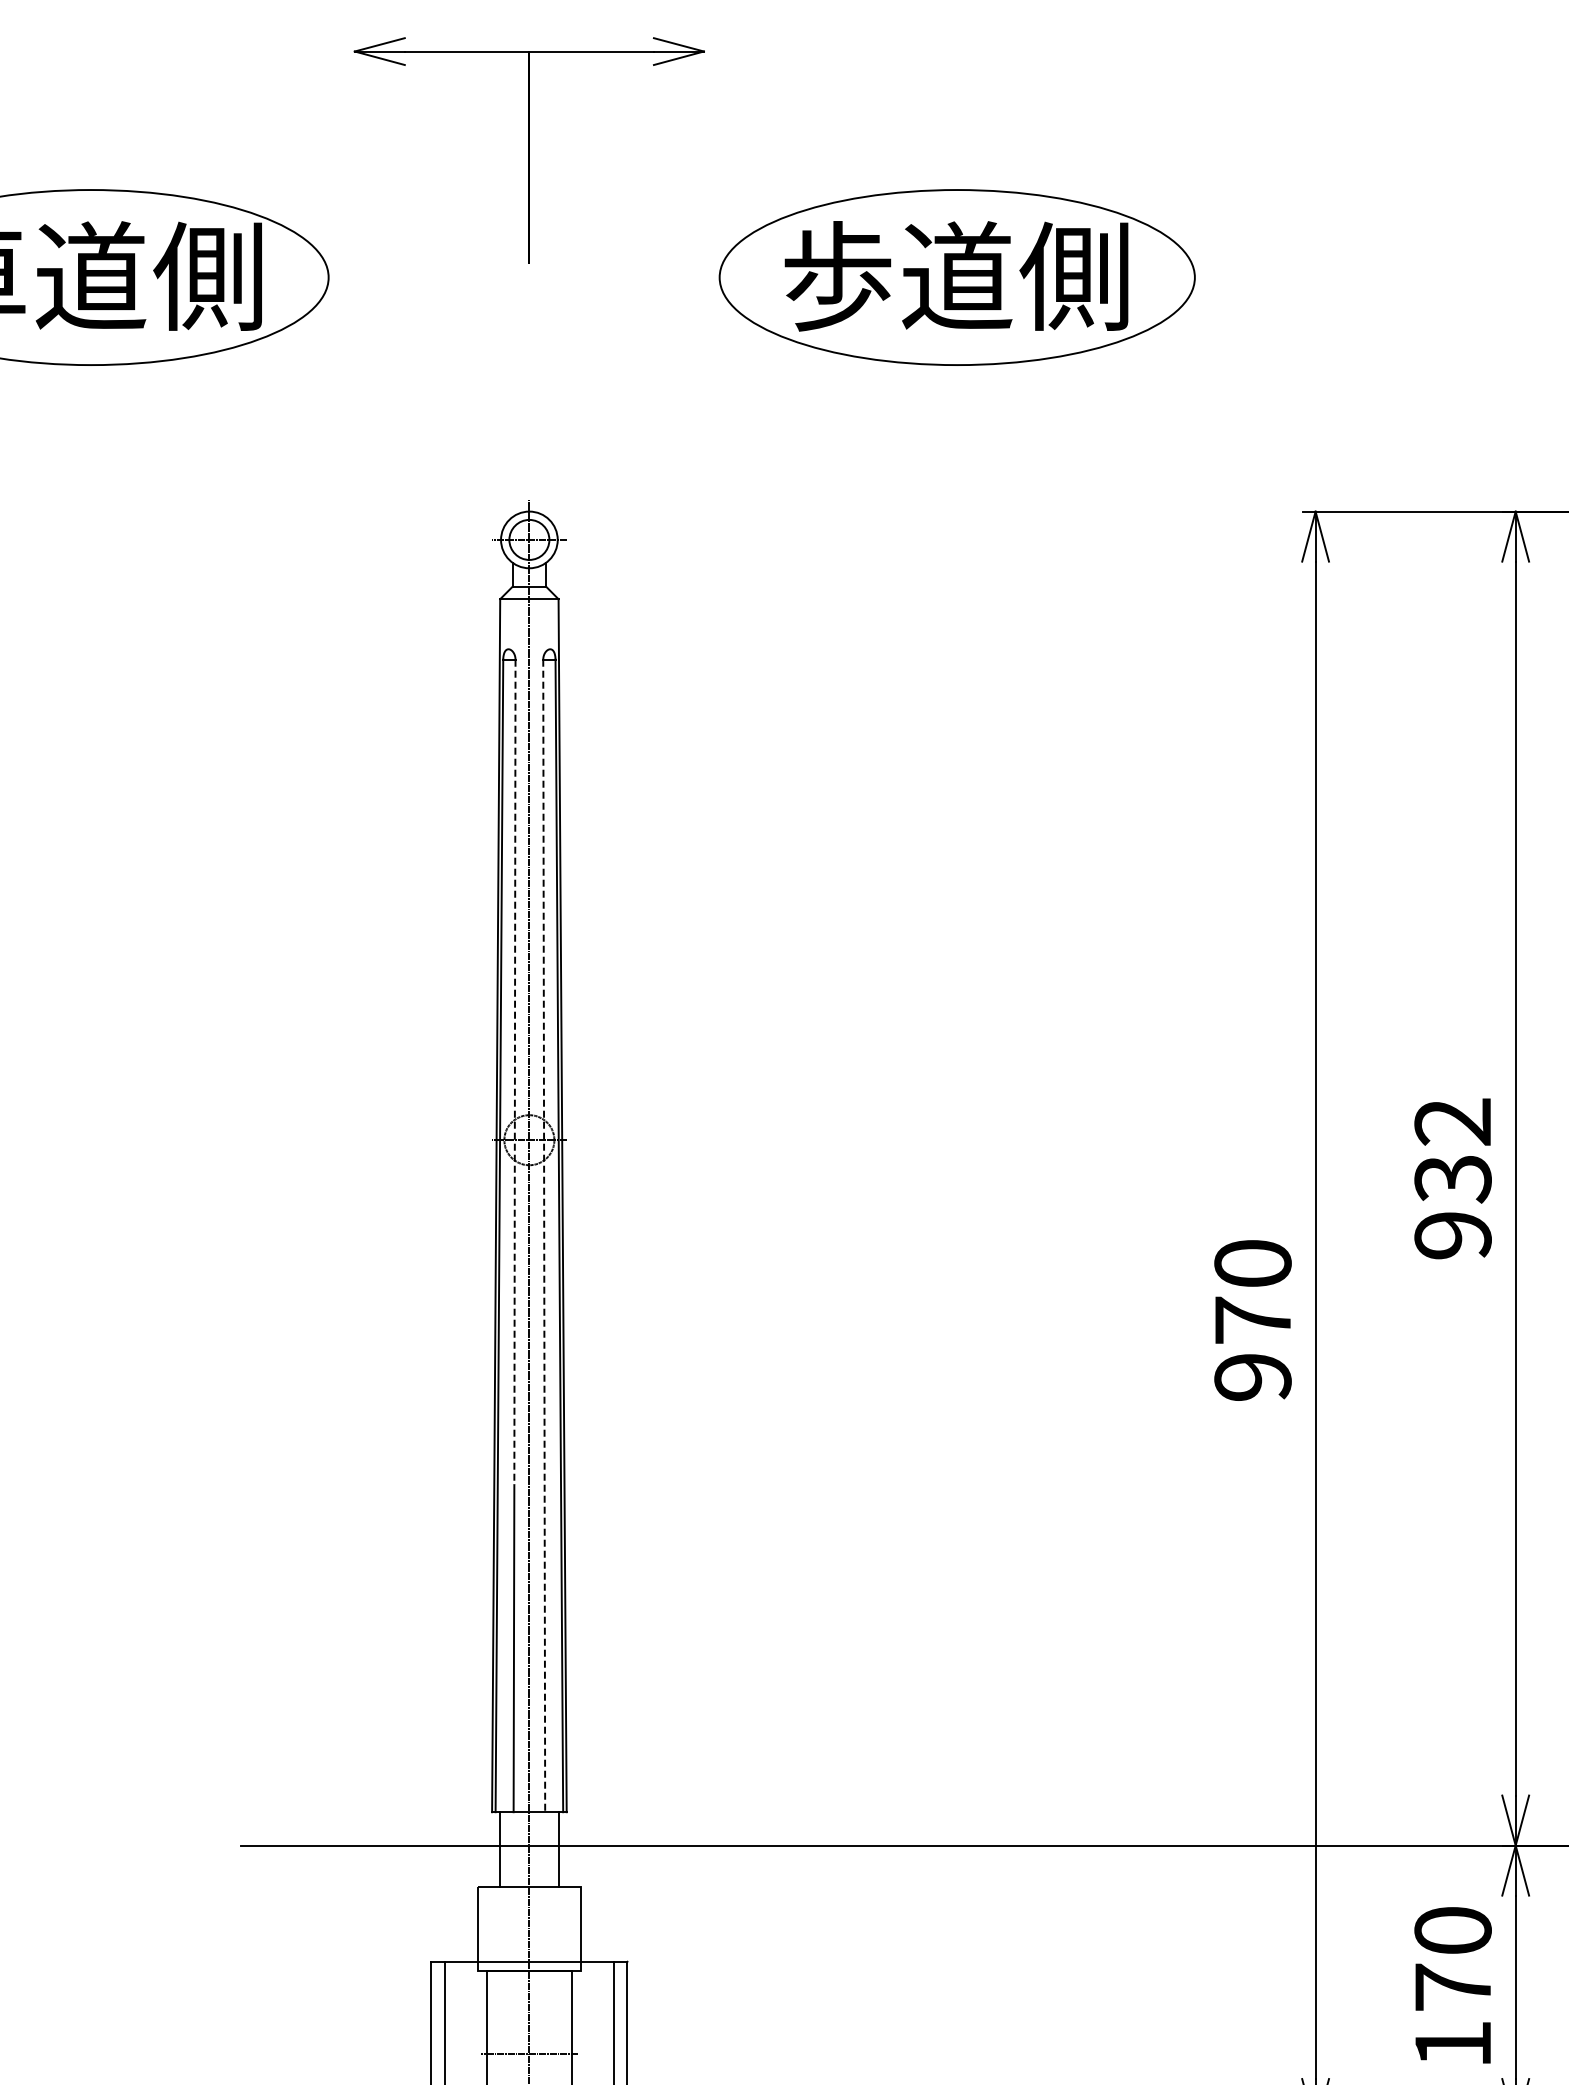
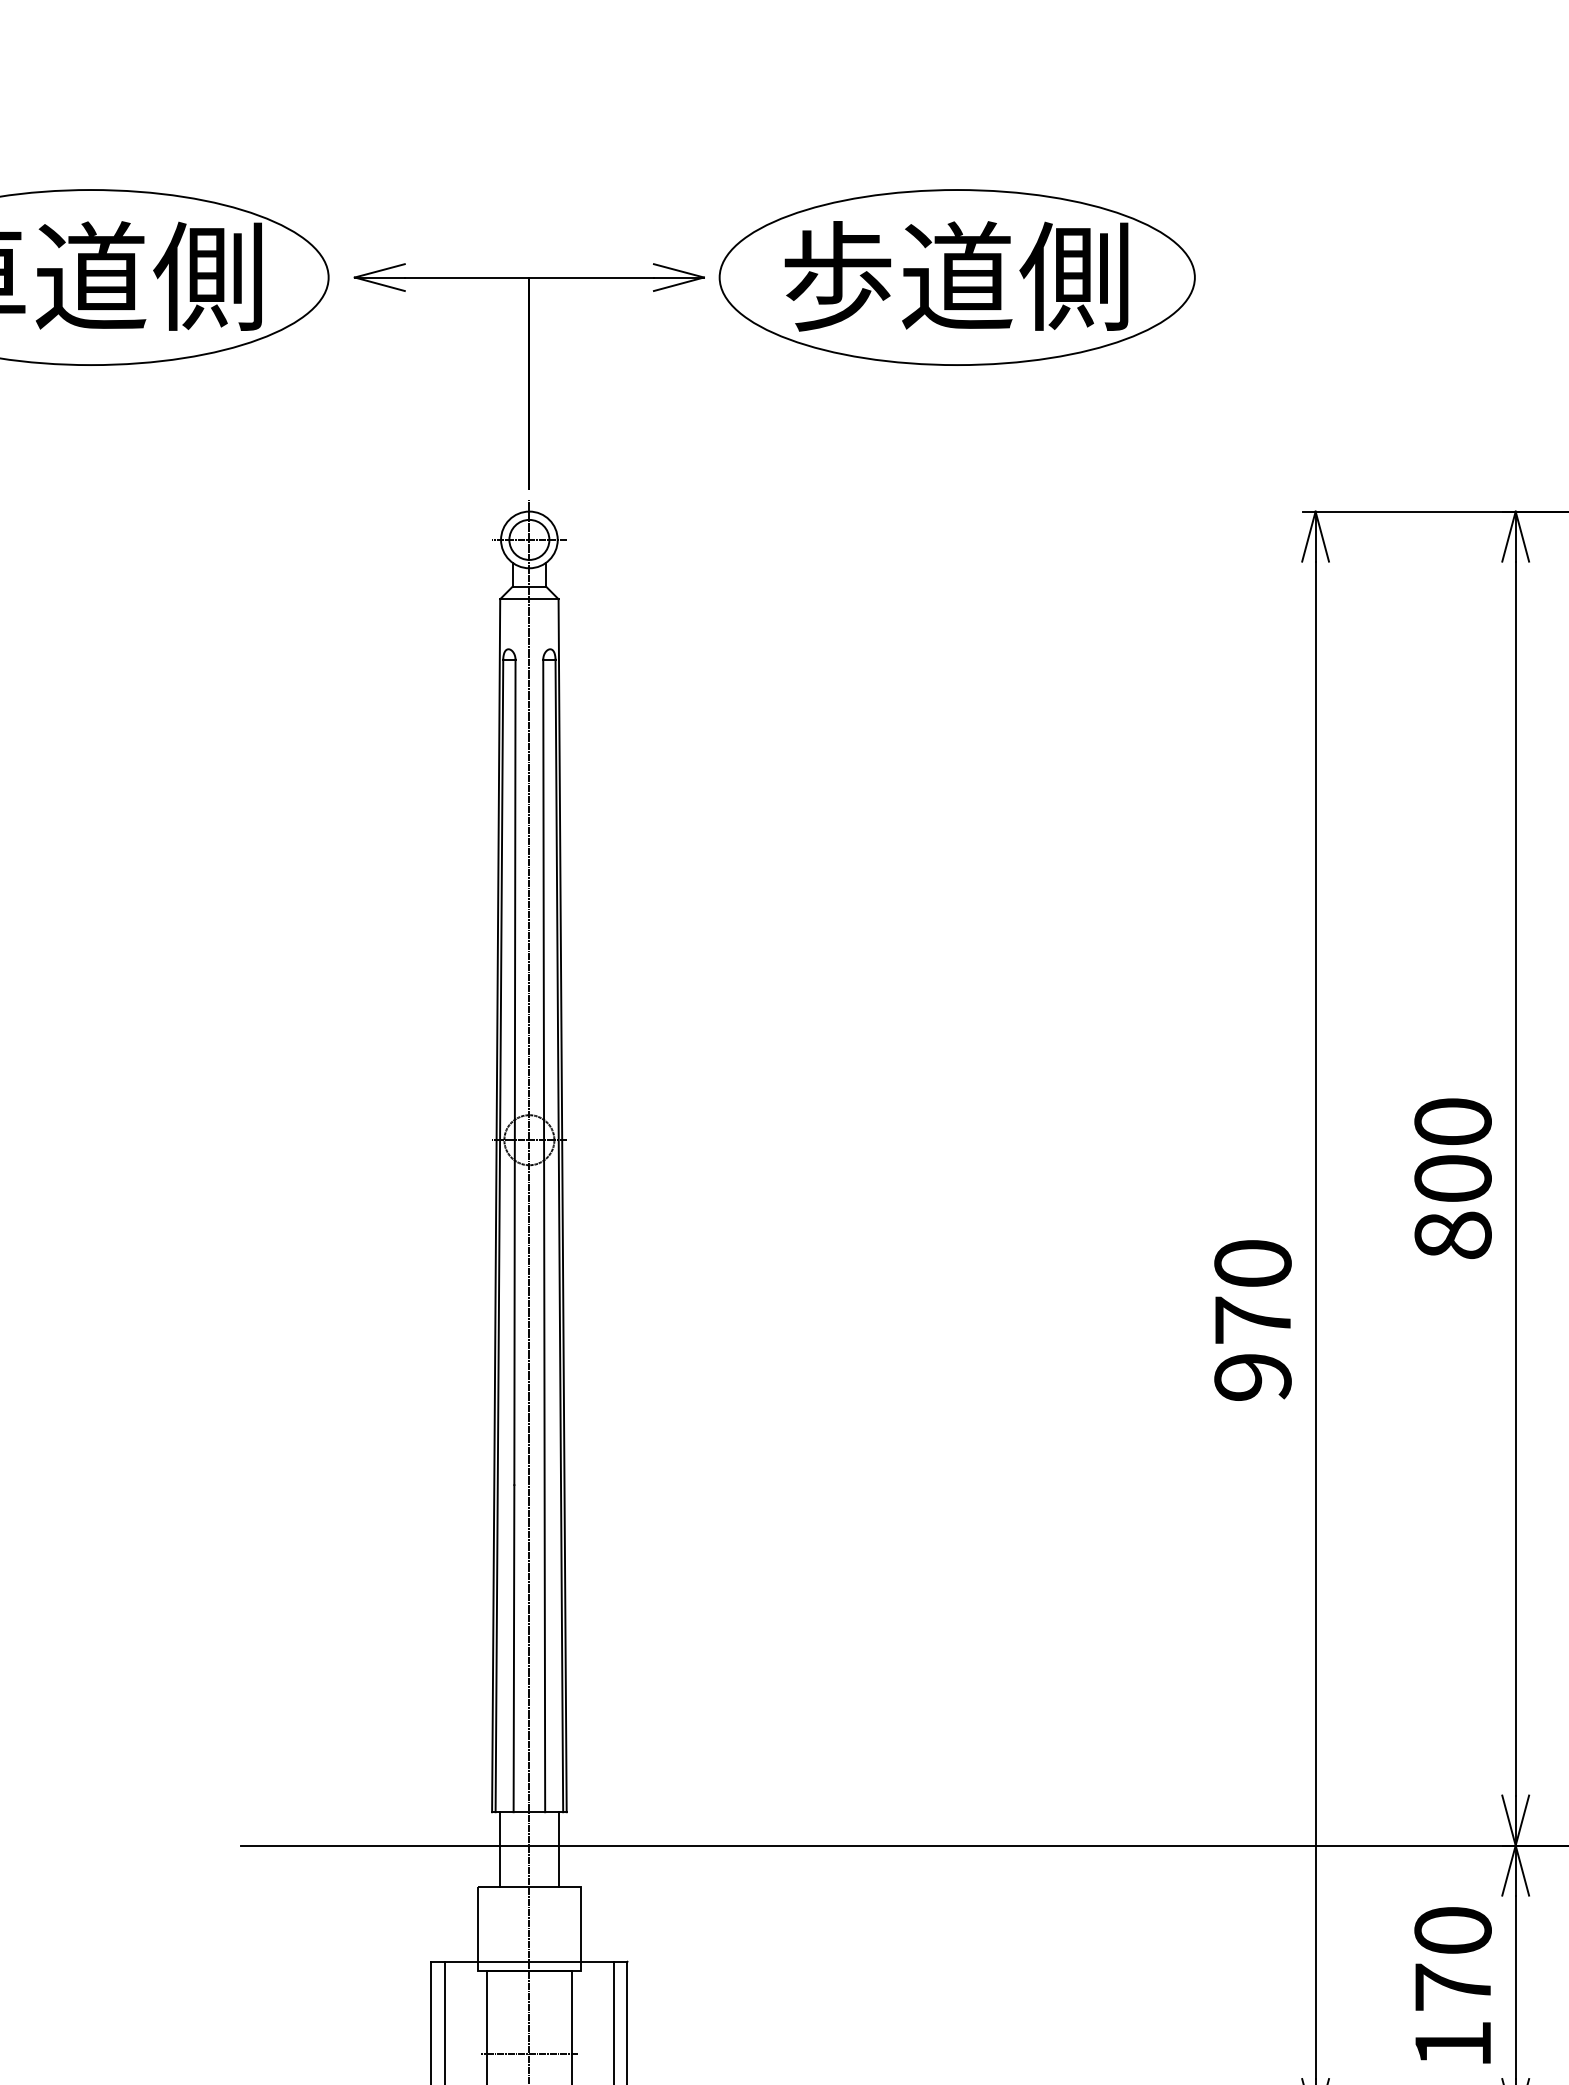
part at (528, 150) position: (528, 150) -> (528, 376)
line at (514, 1072): dashed -> solid
text at (1452, 1178): 932 -> 800
line at (544, 1236): dashed -> solid
